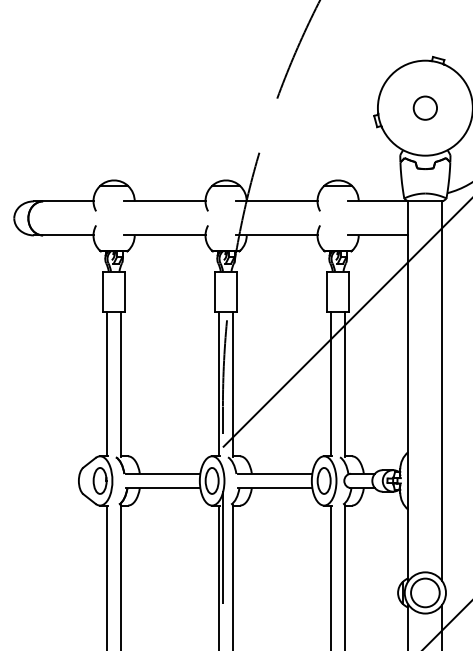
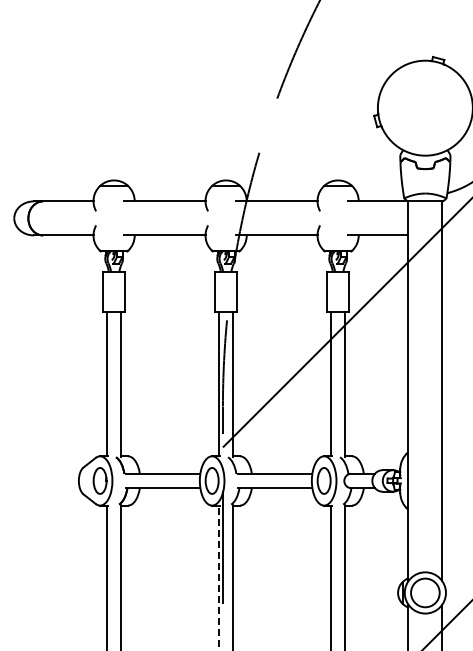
circle at (424, 107): present -> none
line at (218, 577): solid -> dashed
